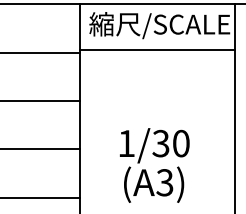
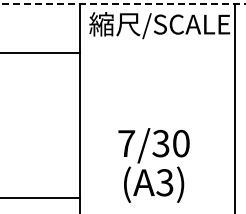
line at (123, 4): solid -> dashed
line at (157, 50): present -> none
line at (40, 100): present -> none
text at (126, 143): 1/30 -> 7/30
line at (40, 149): present -> none
